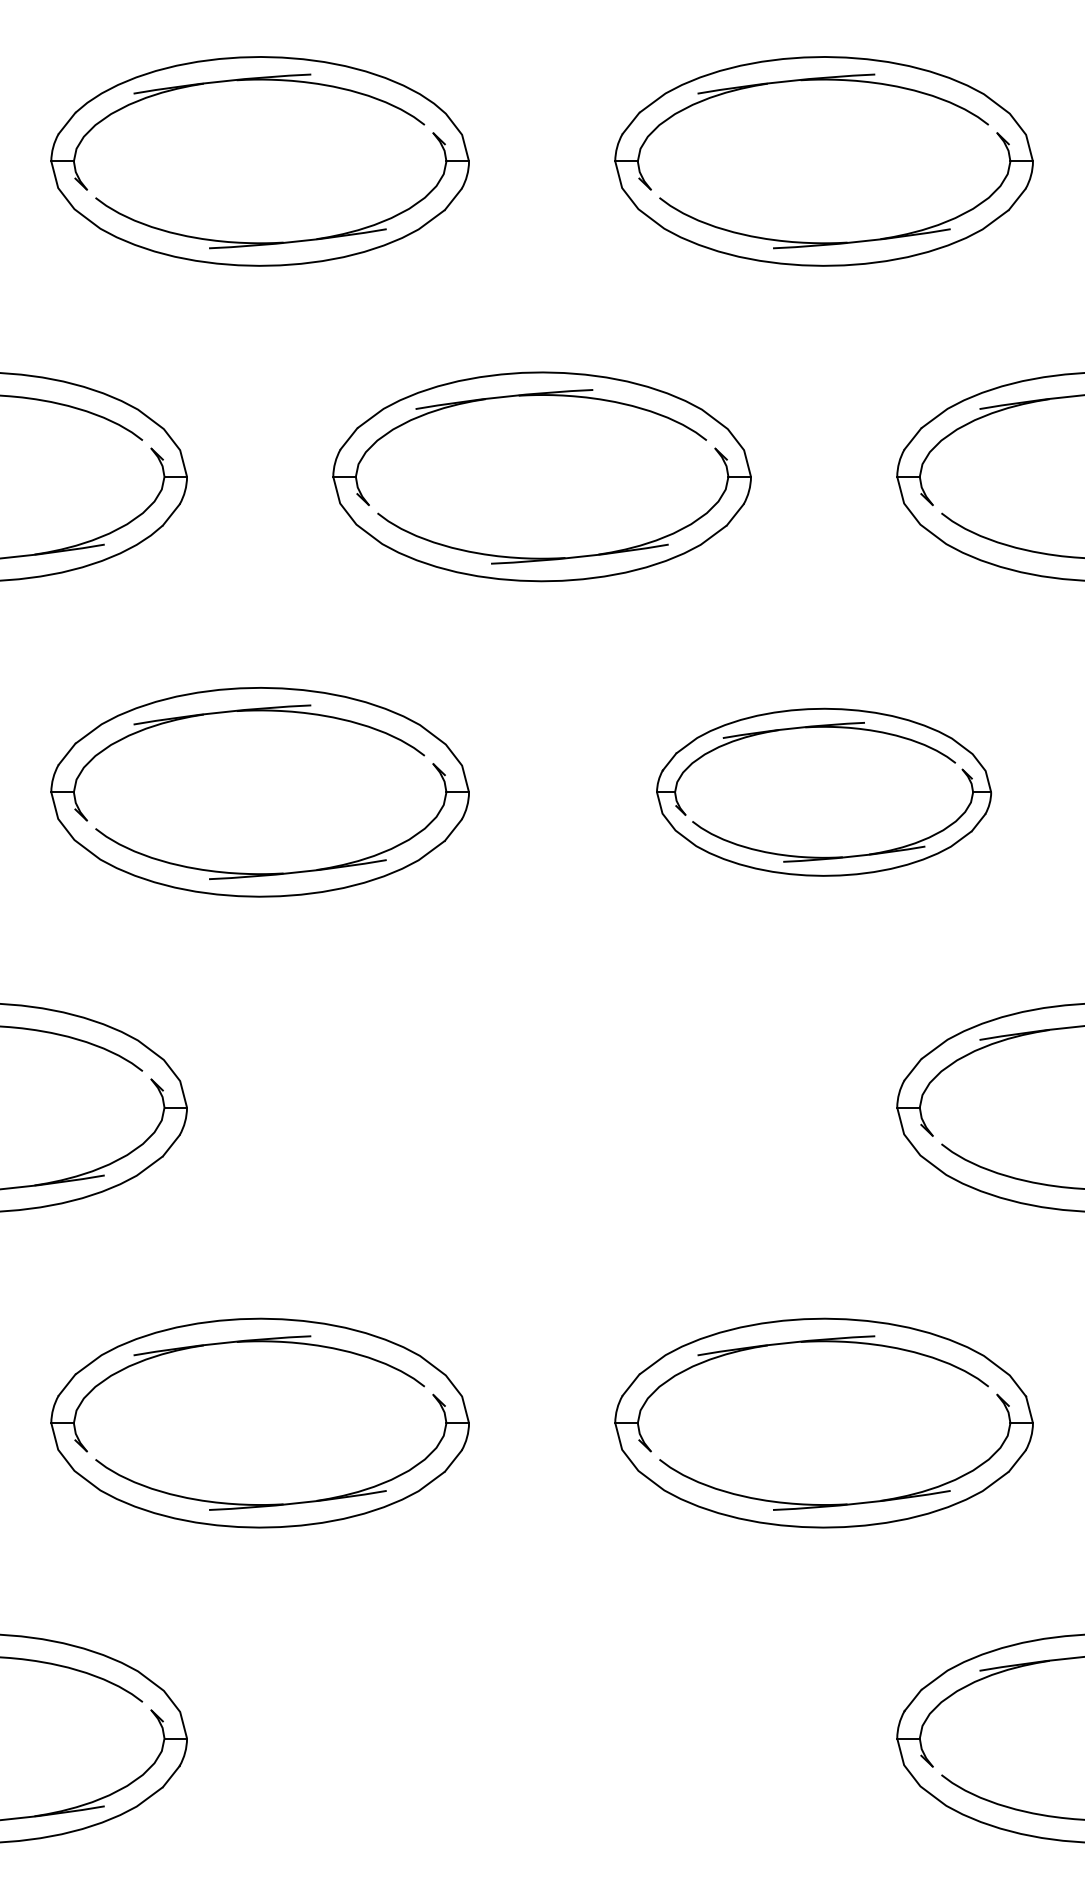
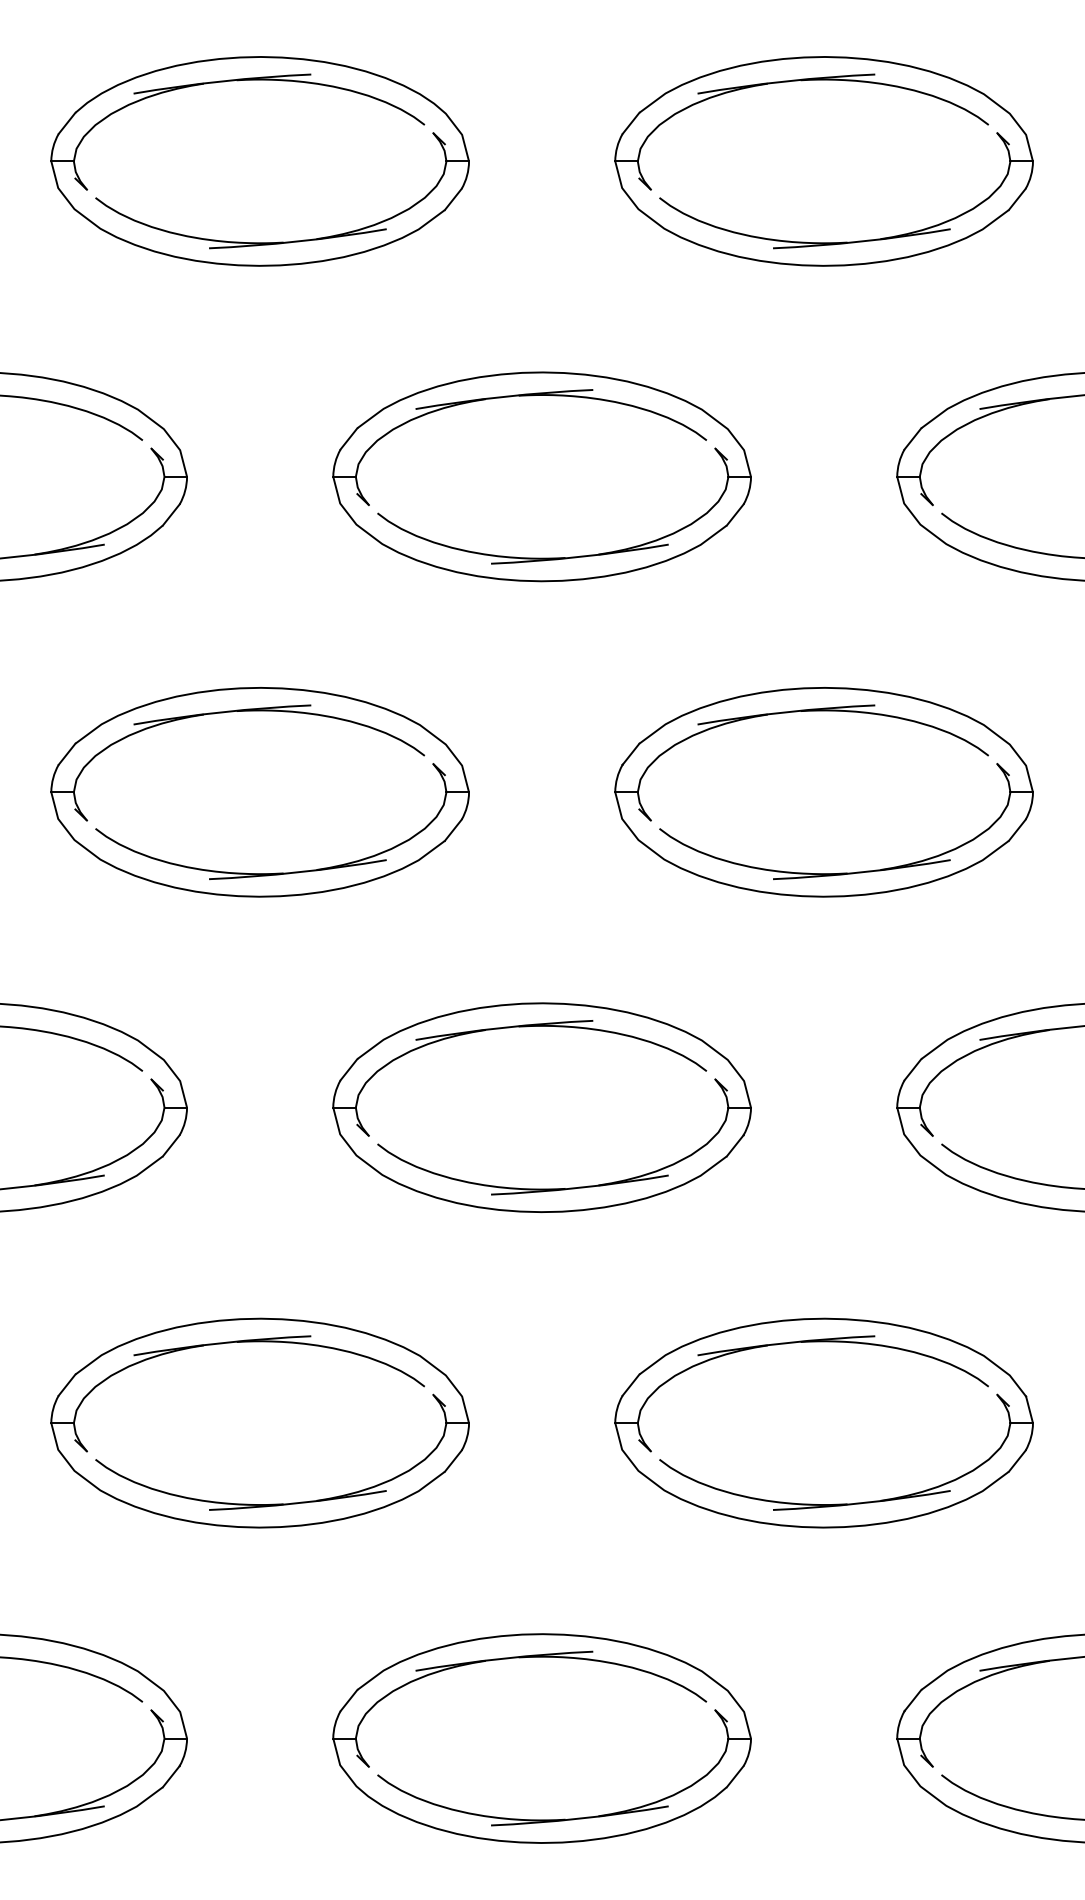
part at (824, 791) size: 337x170 px -> 420x211 px
part at (541, 1107): none -> present
part at (541, 1738): none -> present
